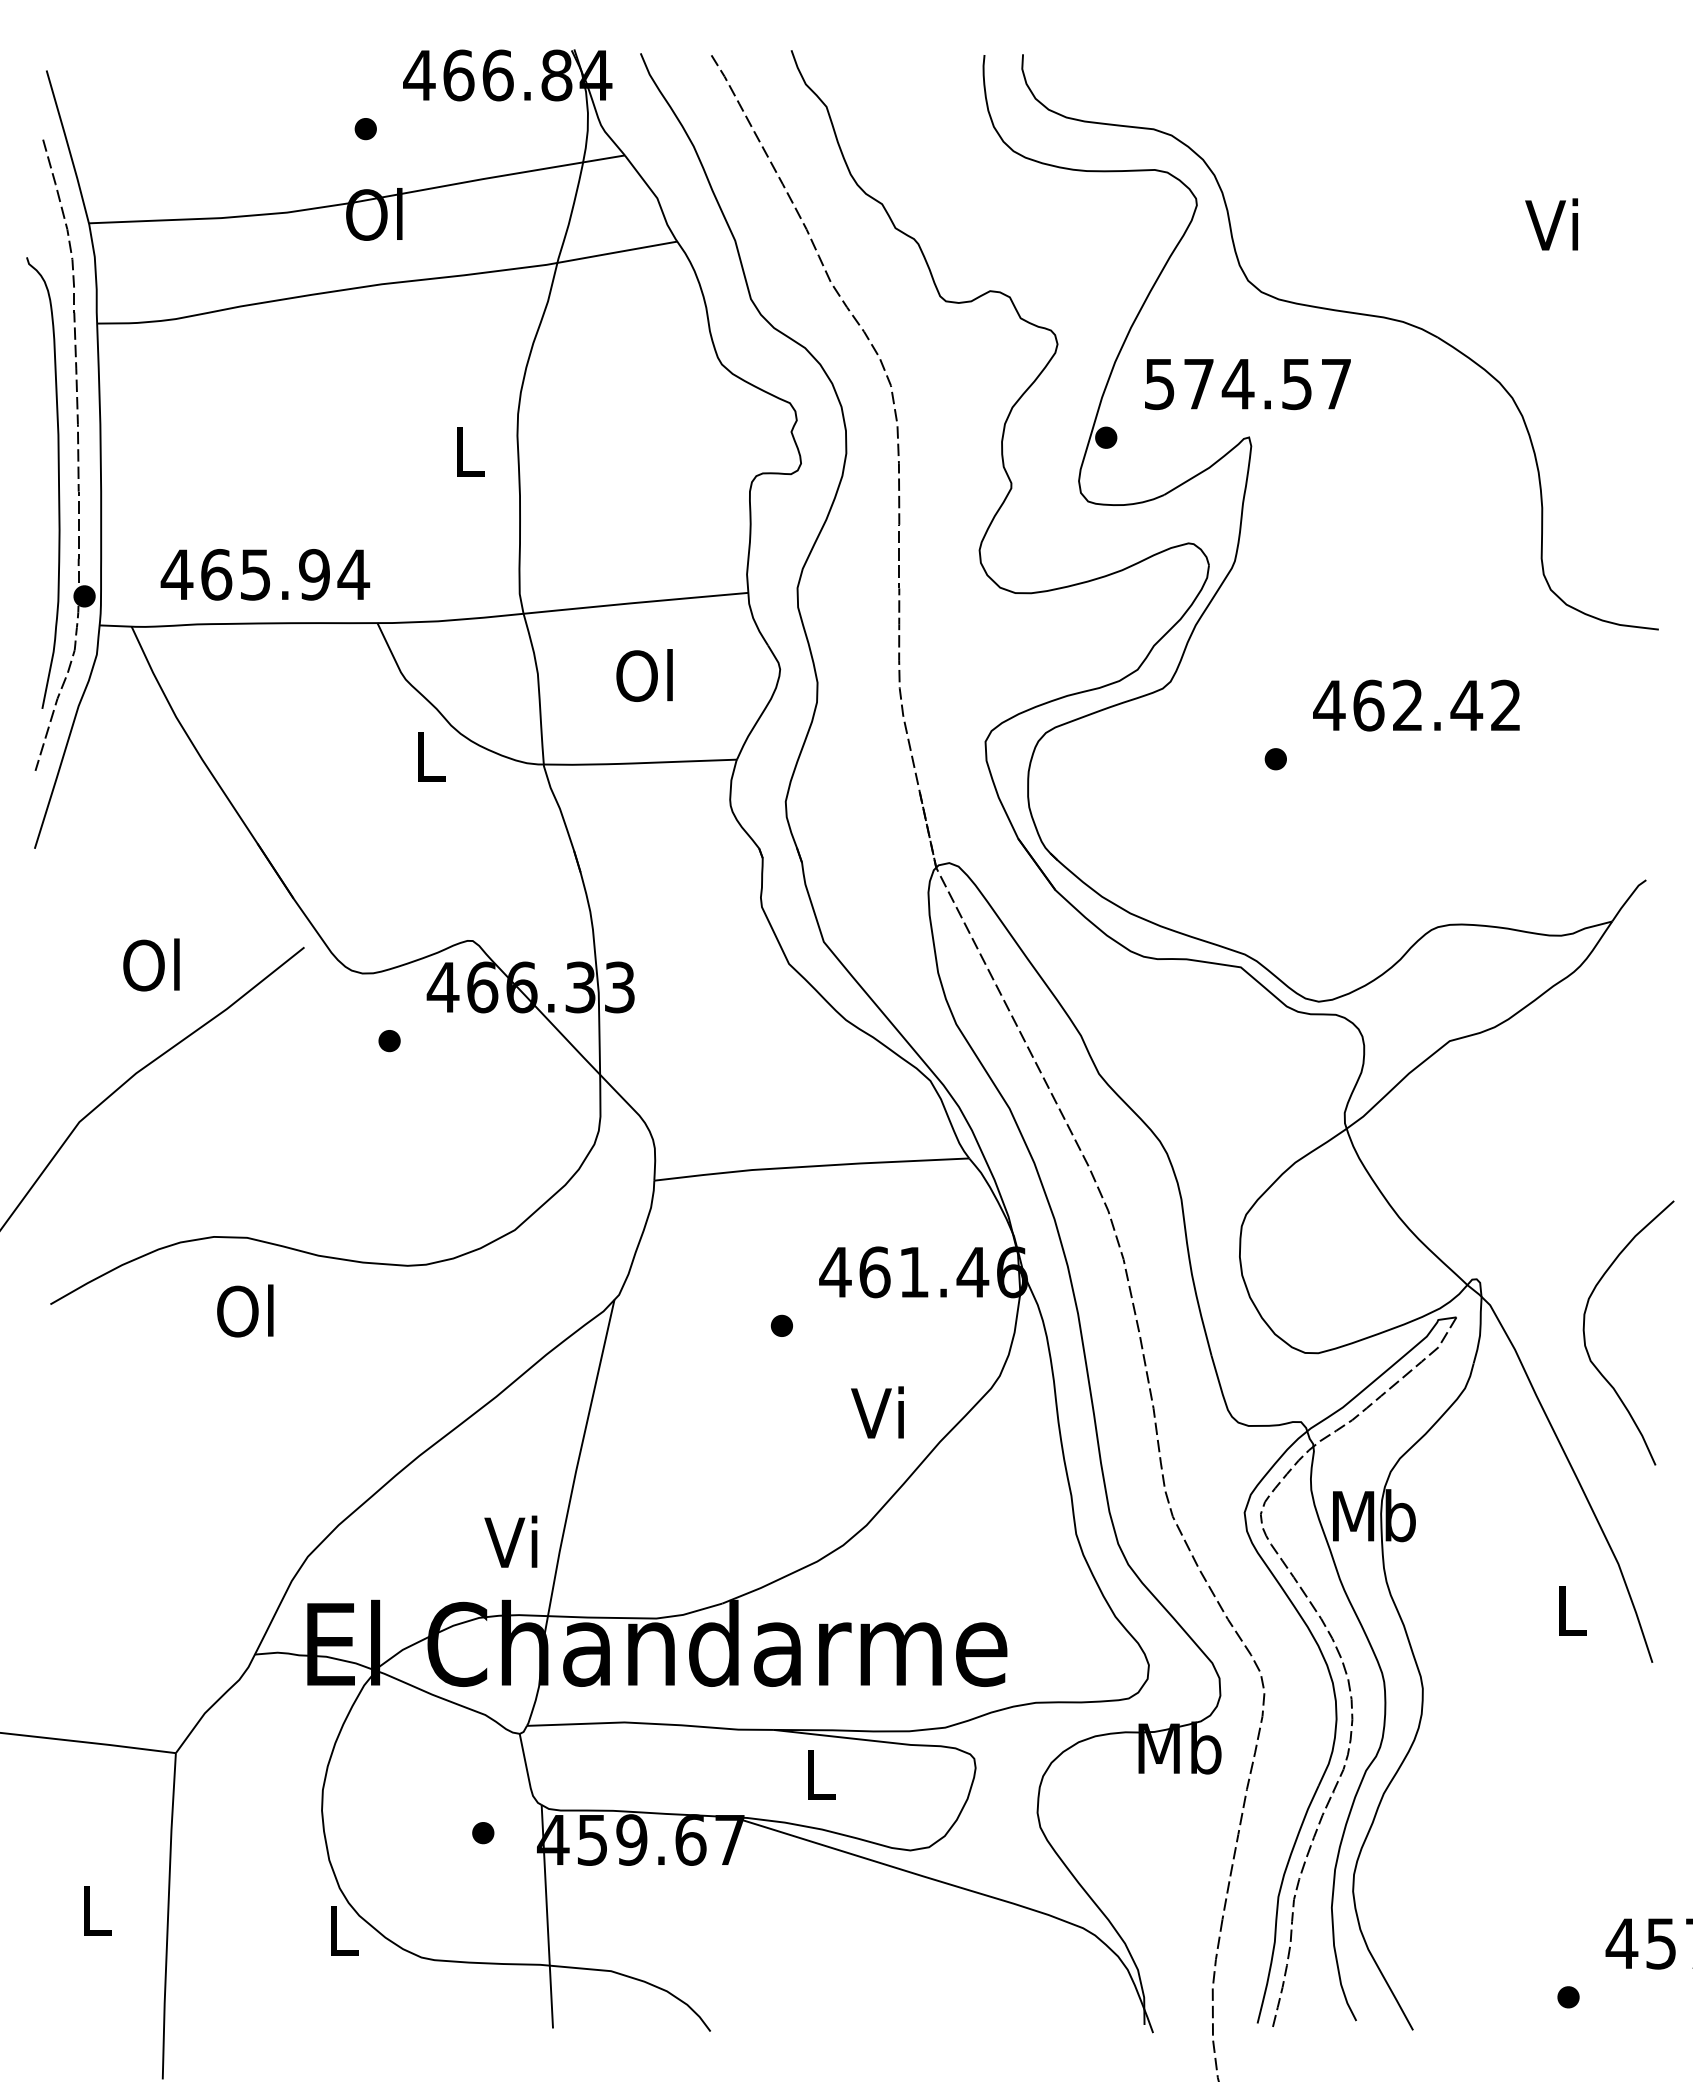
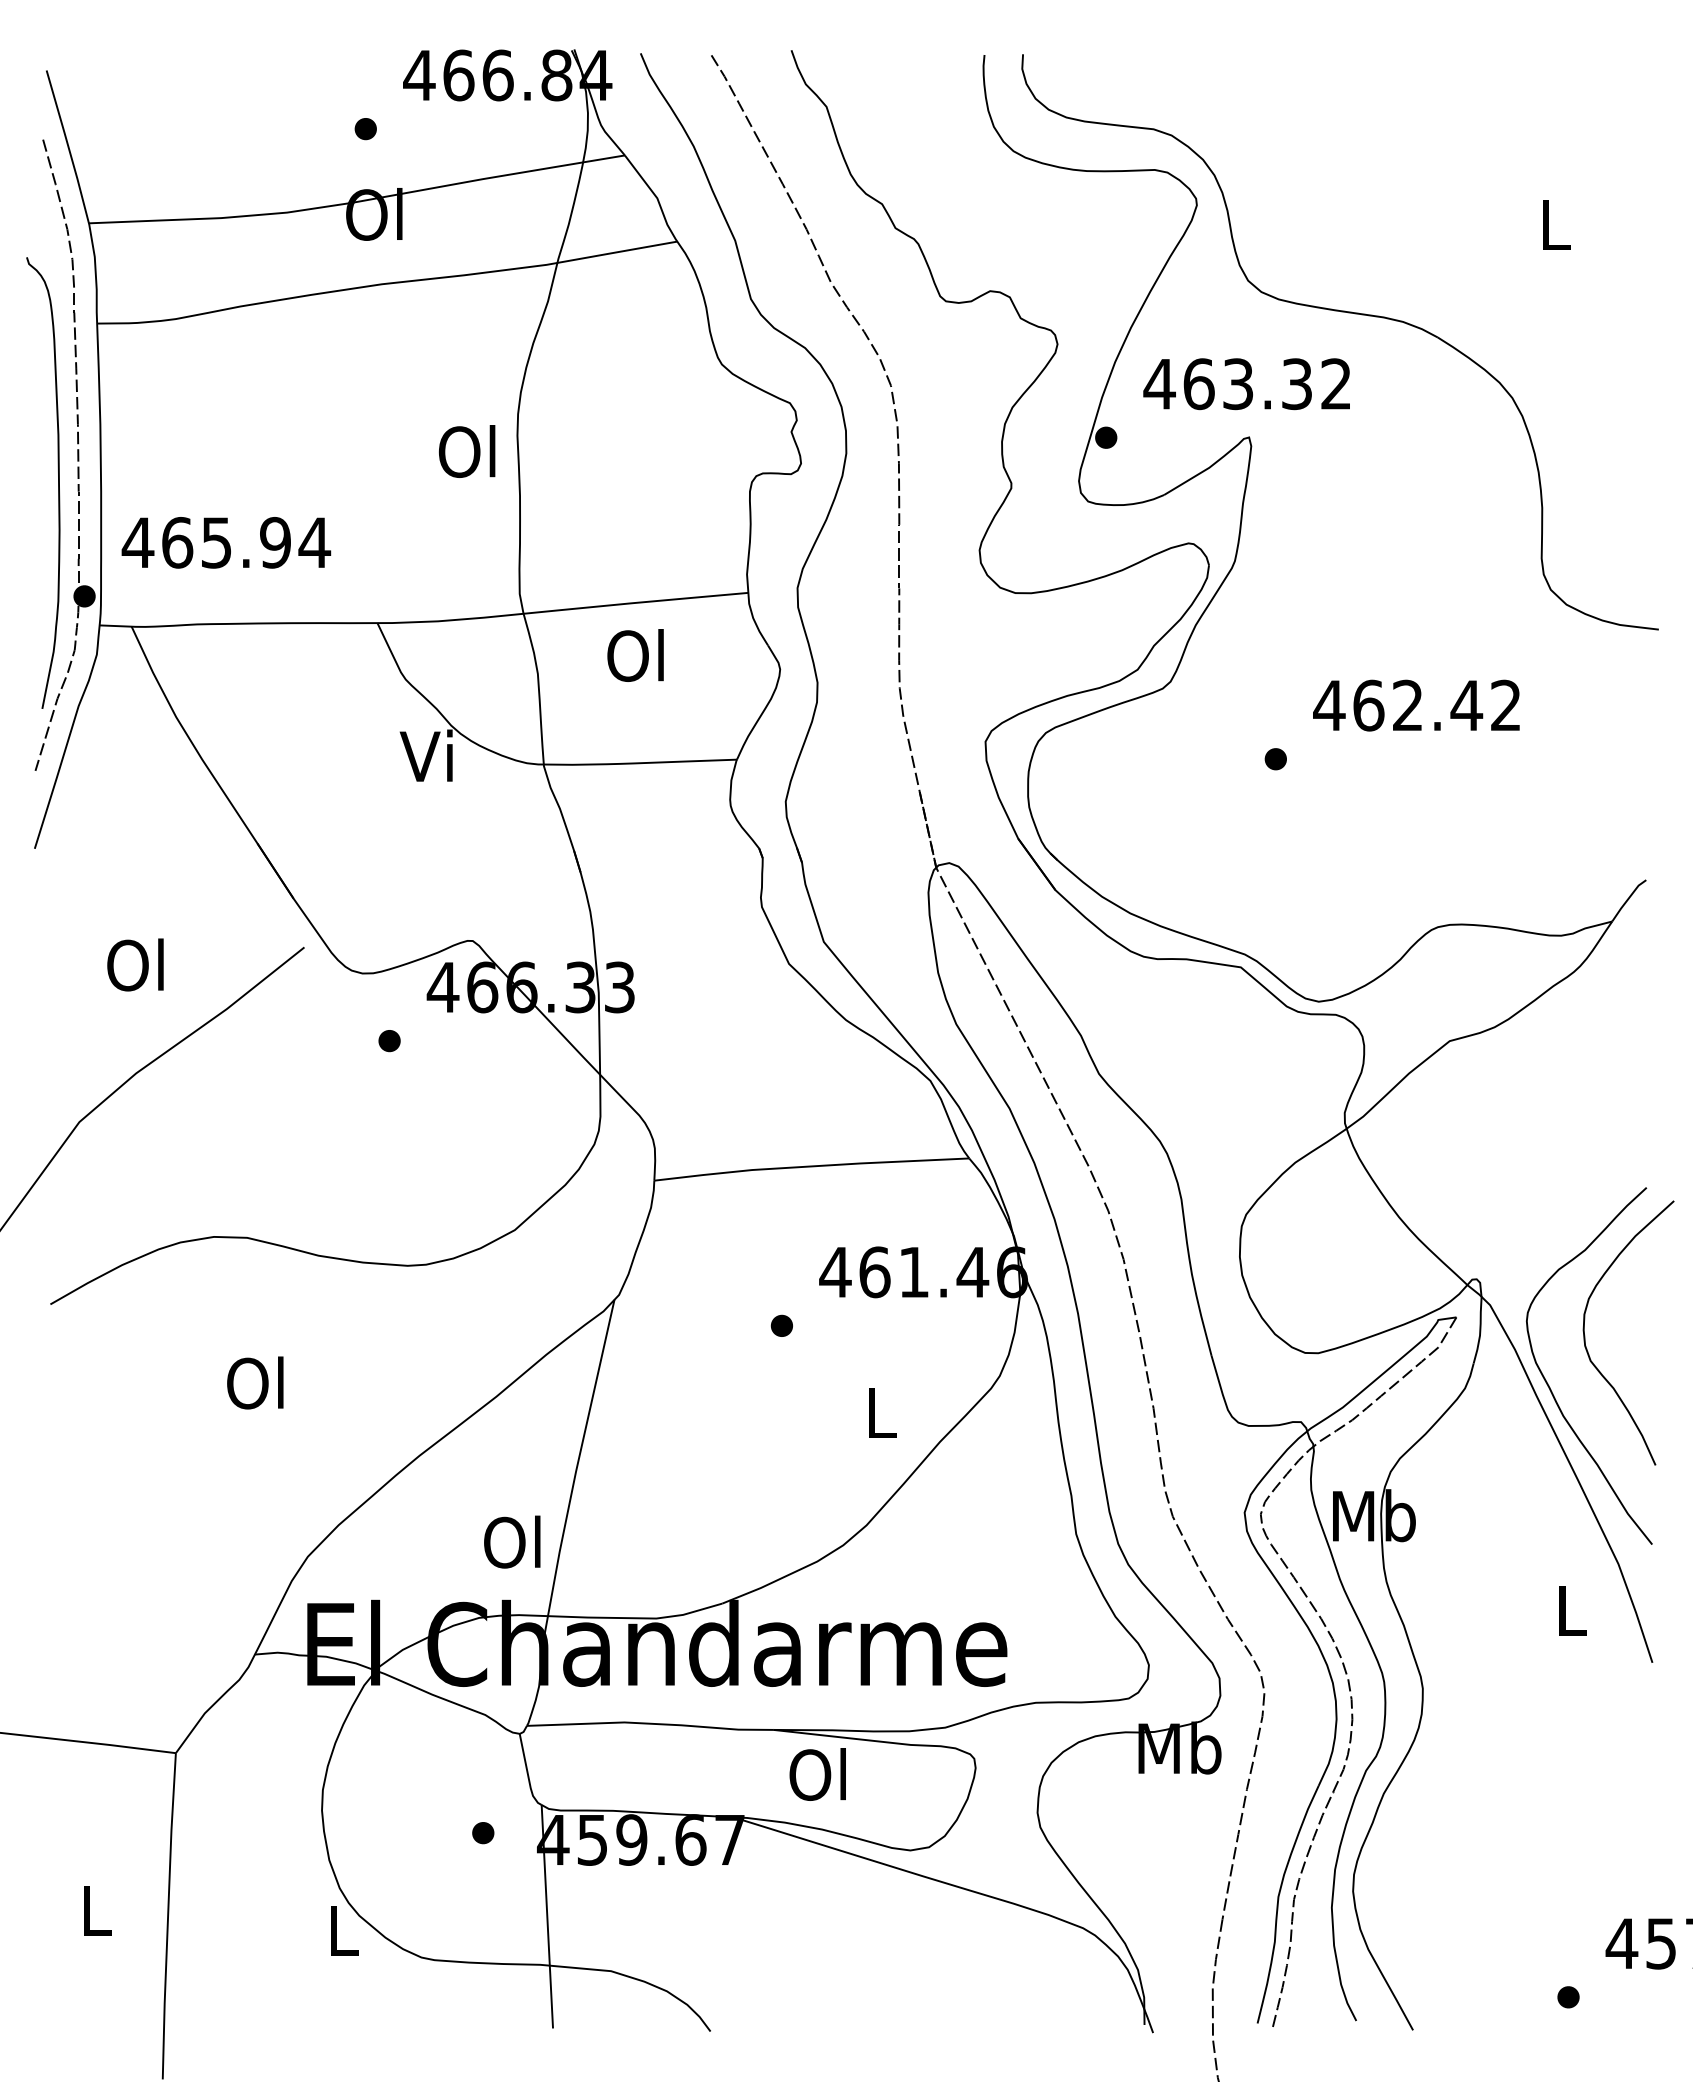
text at (1551, 224): Vi -> L
text at (1246, 384): 574.57 -> 463.32
text at (466, 451): L -> Ol
text at (265, 574) position: (265, 574) -> (226, 542)
text at (644, 675) position: (644, 675) -> (635, 655)
text at (425, 755): L -> Vi
text at (151, 964) position: (151, 964) -> (135, 964)
text at (245, 1310) position: (245, 1310) -> (255, 1382)
curve at (1549, 1385): none -> present
text at (877, 1412): Vi -> L
text at (512, 1541): Vi -> Ol
text at (817, 1774): L -> Ol
